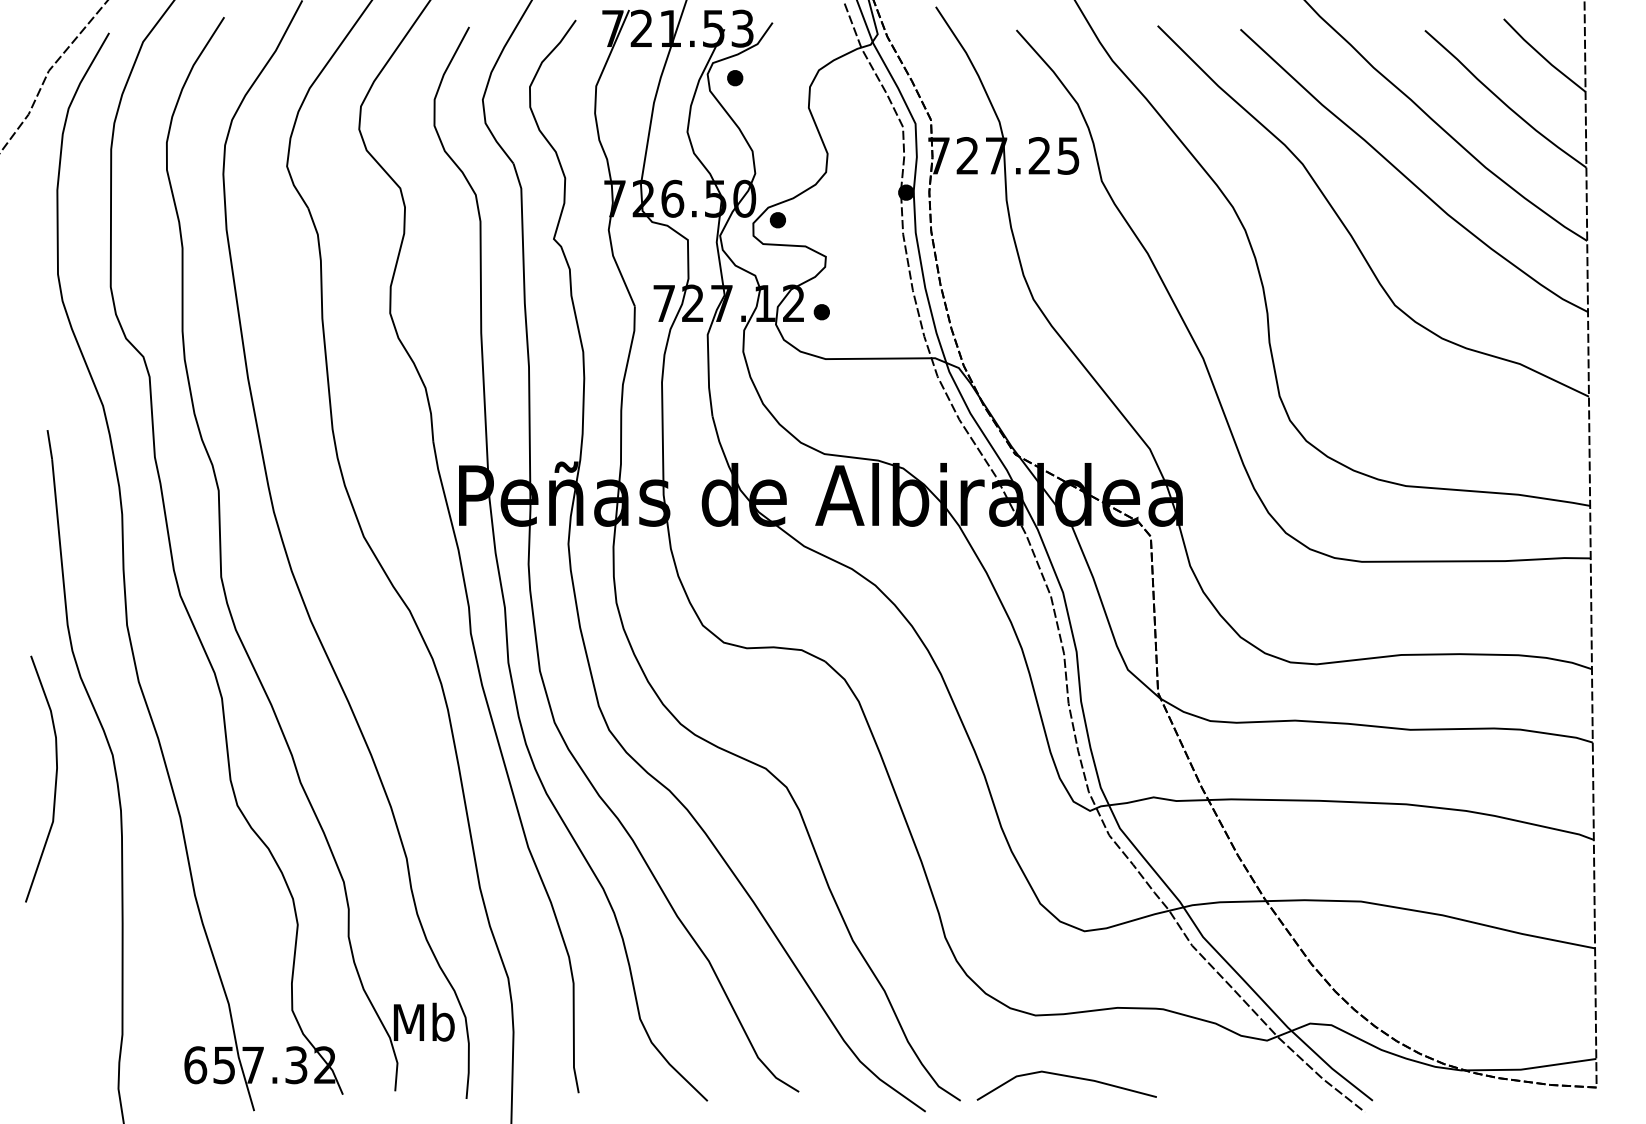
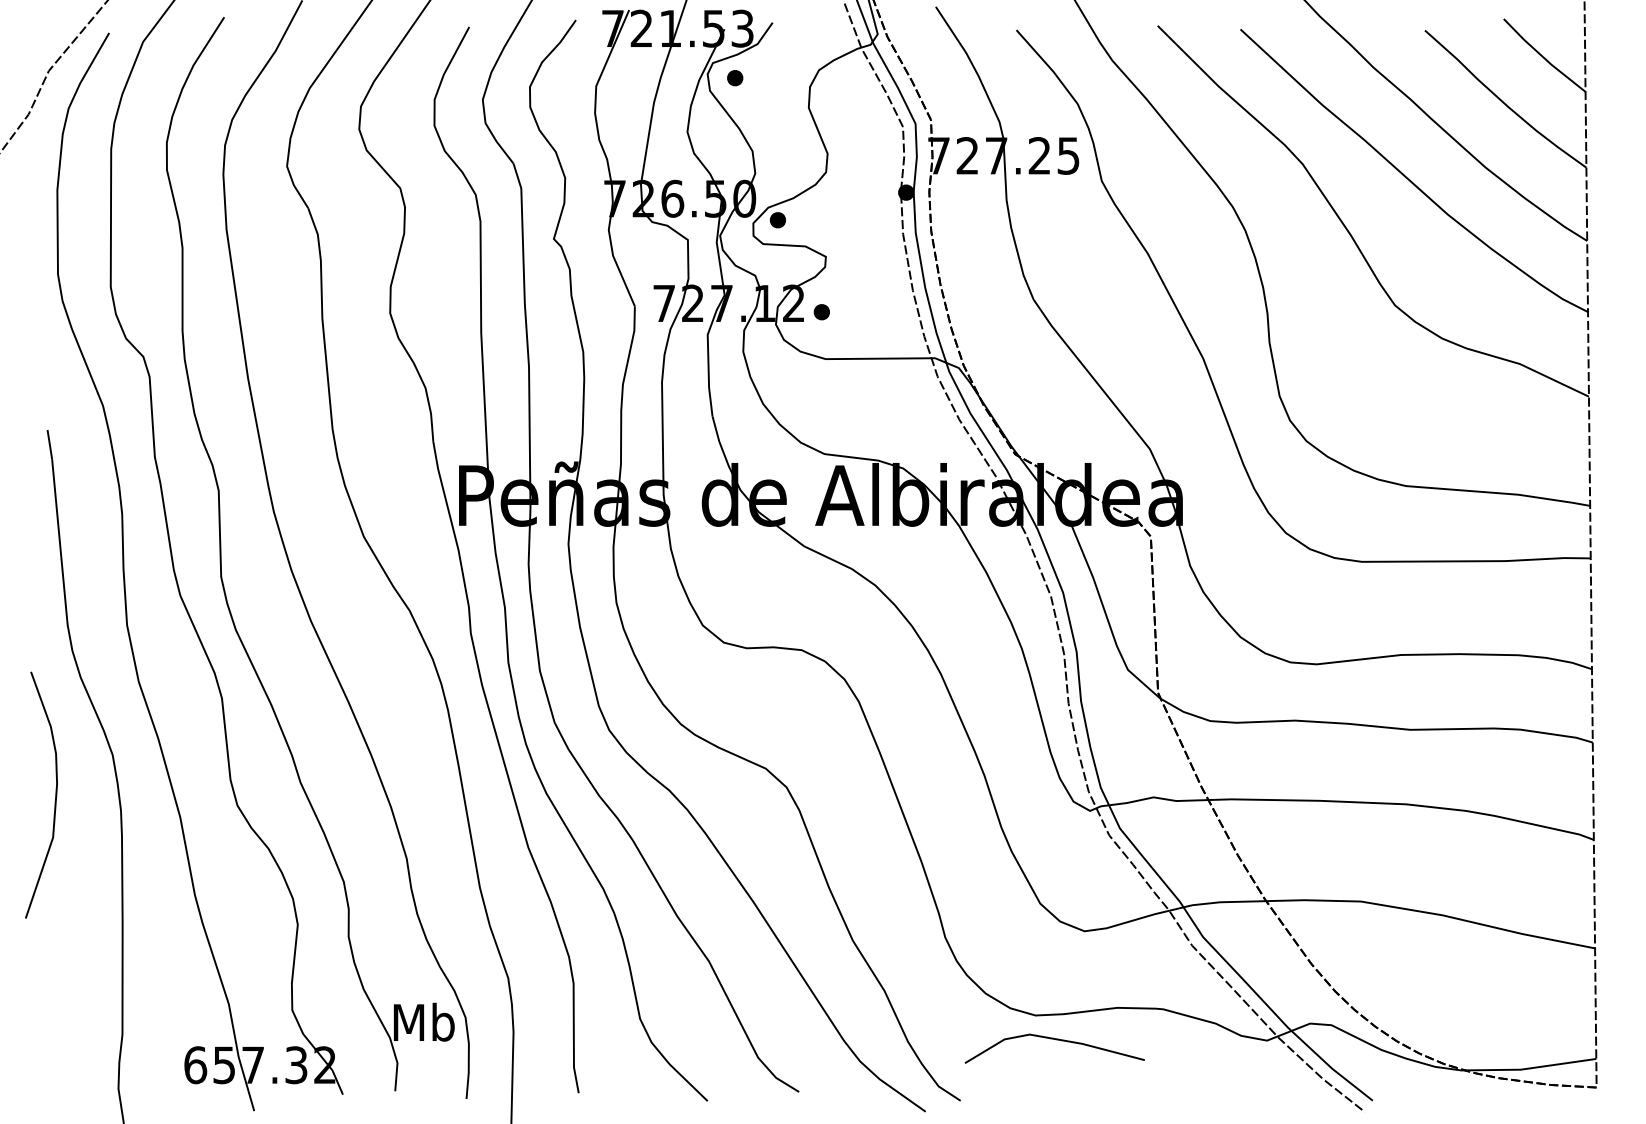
curve at (55, 778) position: (55, 778) -> (55, 794)
line at (1068, 1077) position: (1068, 1077) -> (1056, 1040)
